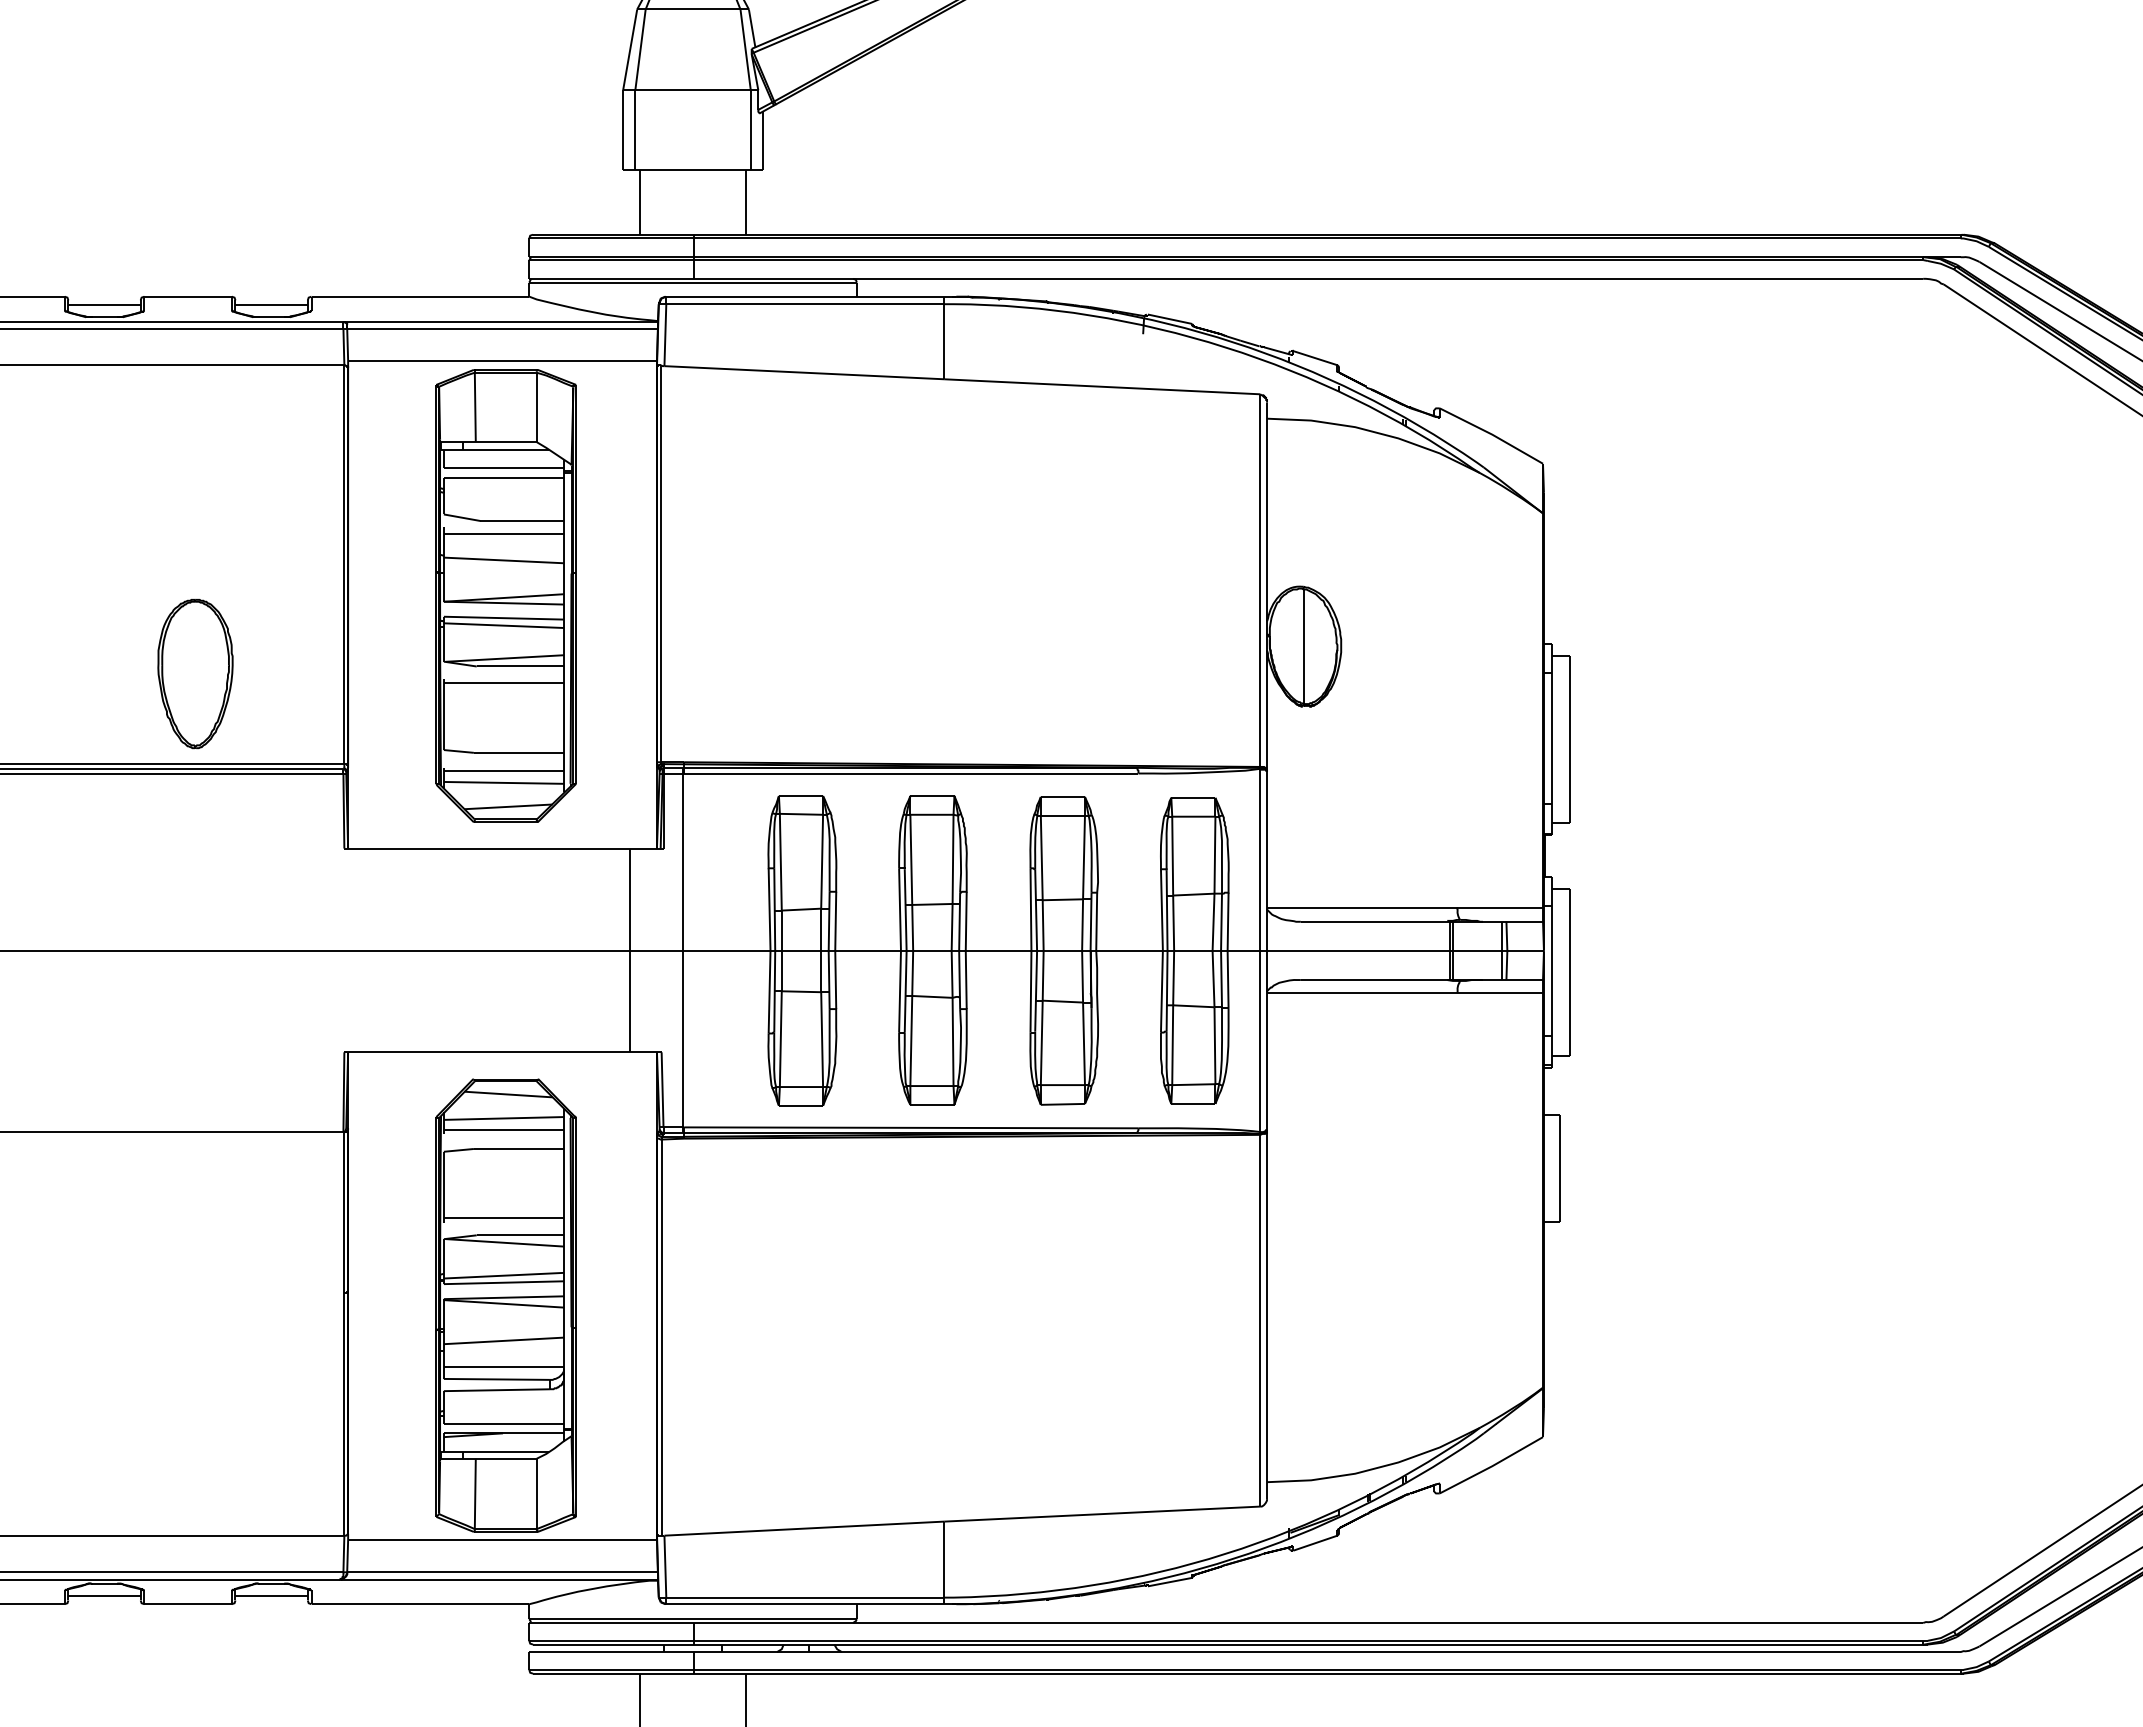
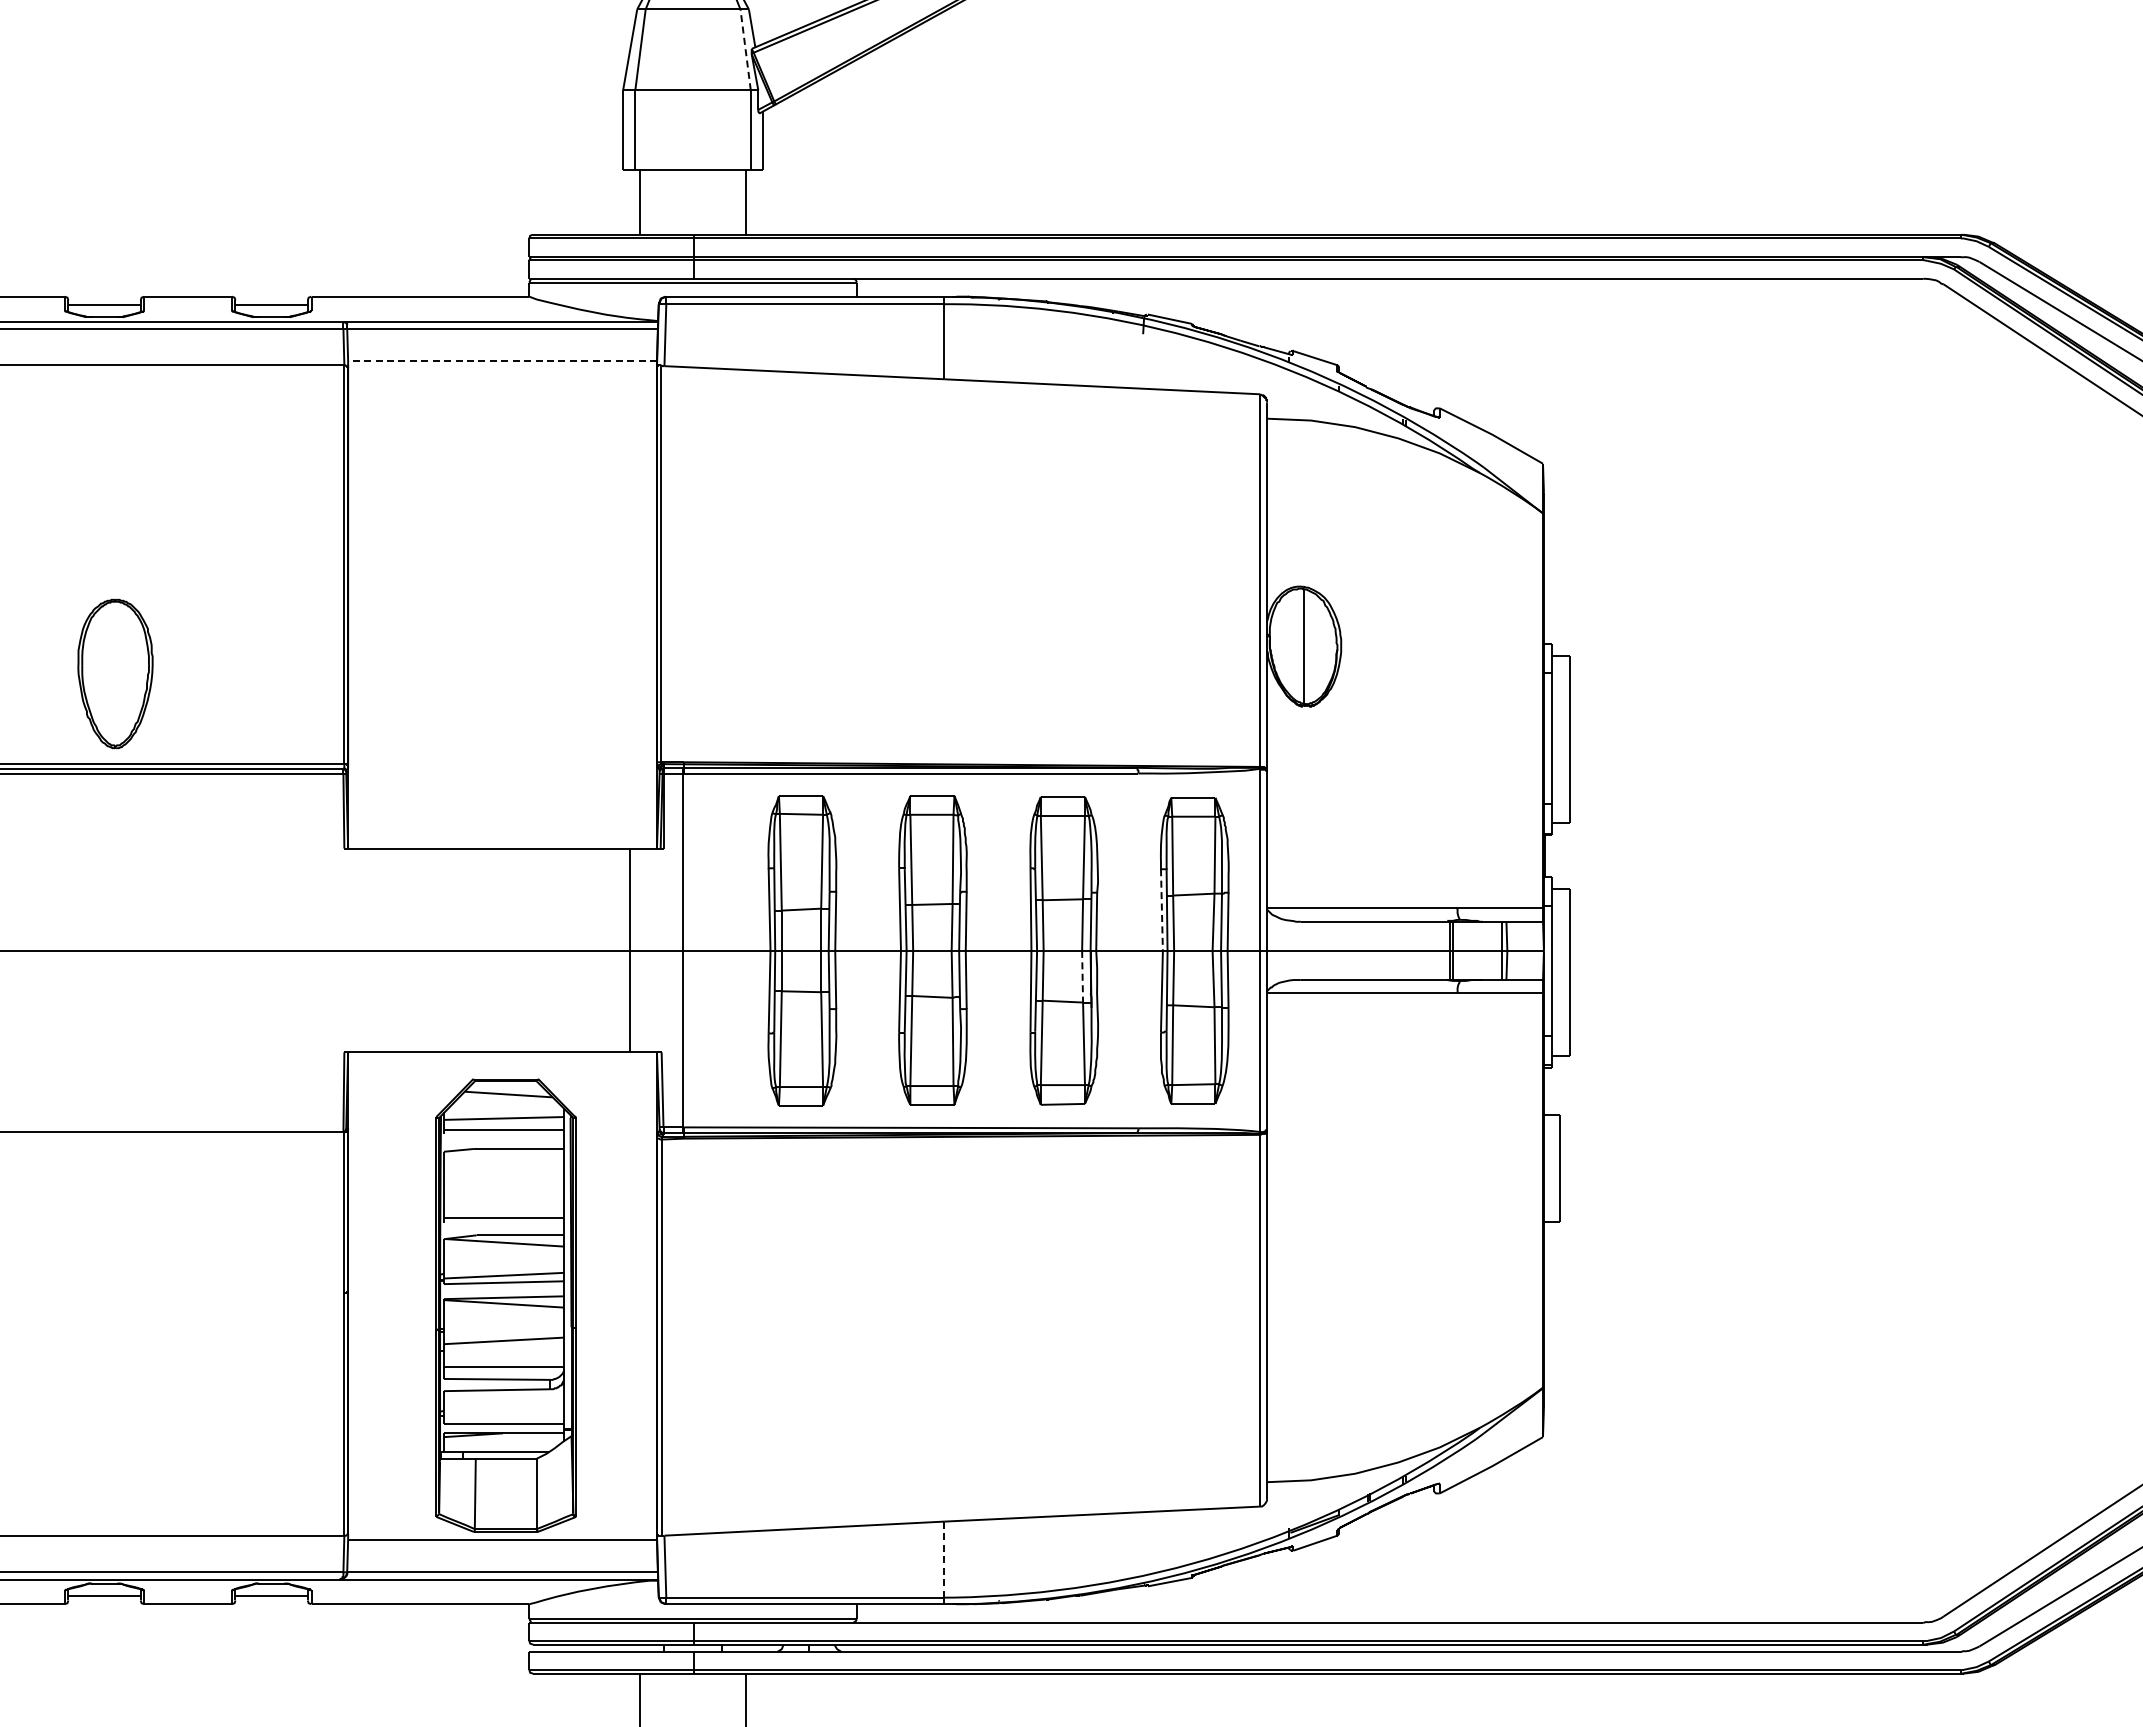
line at (745, 49): solid -> dashed
line at (502, 360): solid -> dashed
part at (505, 595): present -> none
part at (195, 674) position: (195, 674) -> (115, 674)
line at (1161, 910): solid -> dashed
line at (1082, 976): solid -> dashed
line at (944, 1559): solid -> dashed
